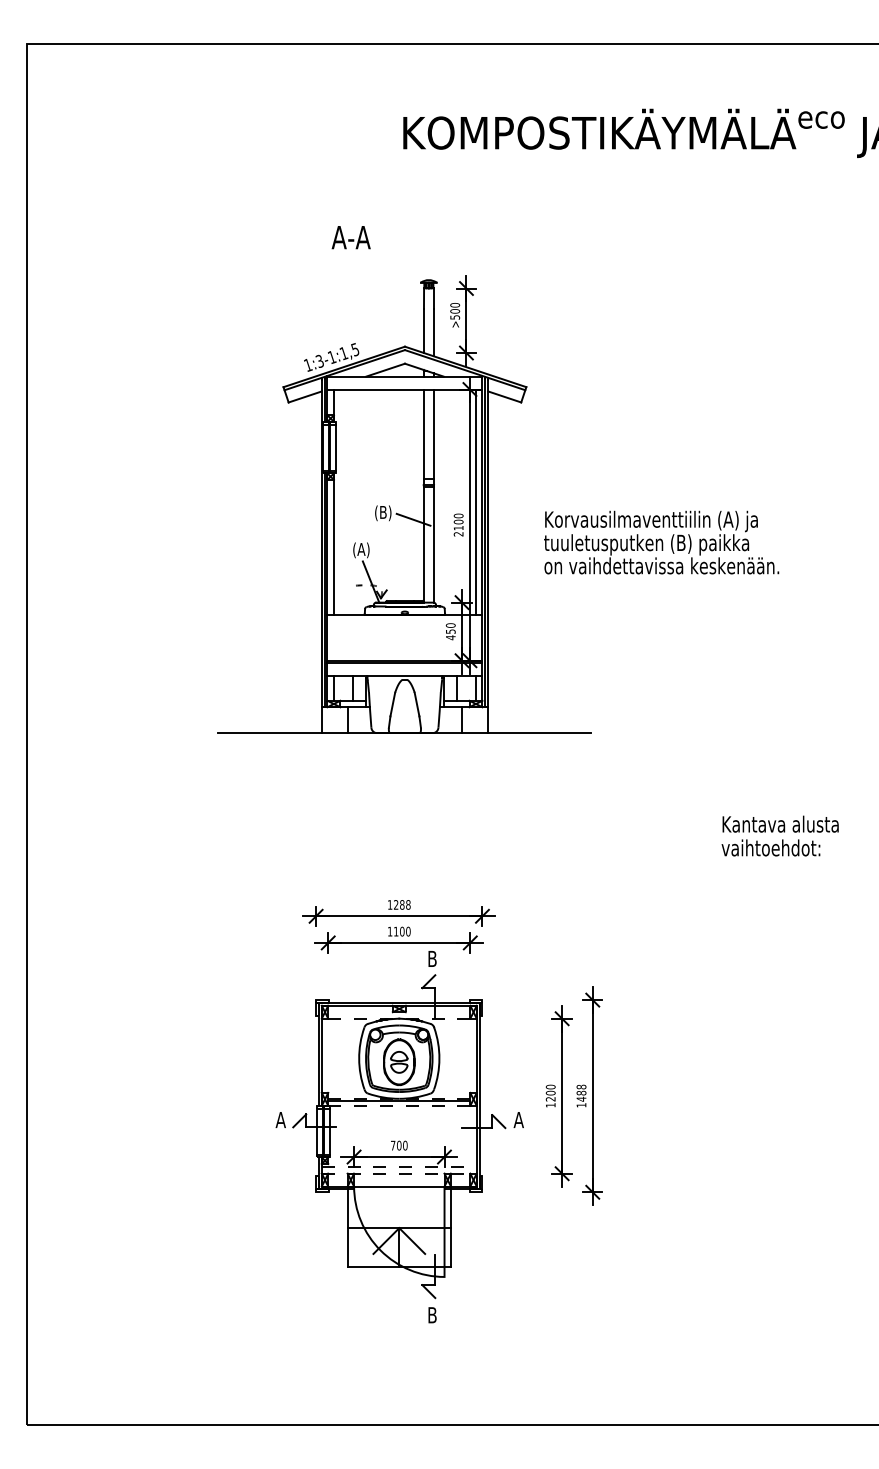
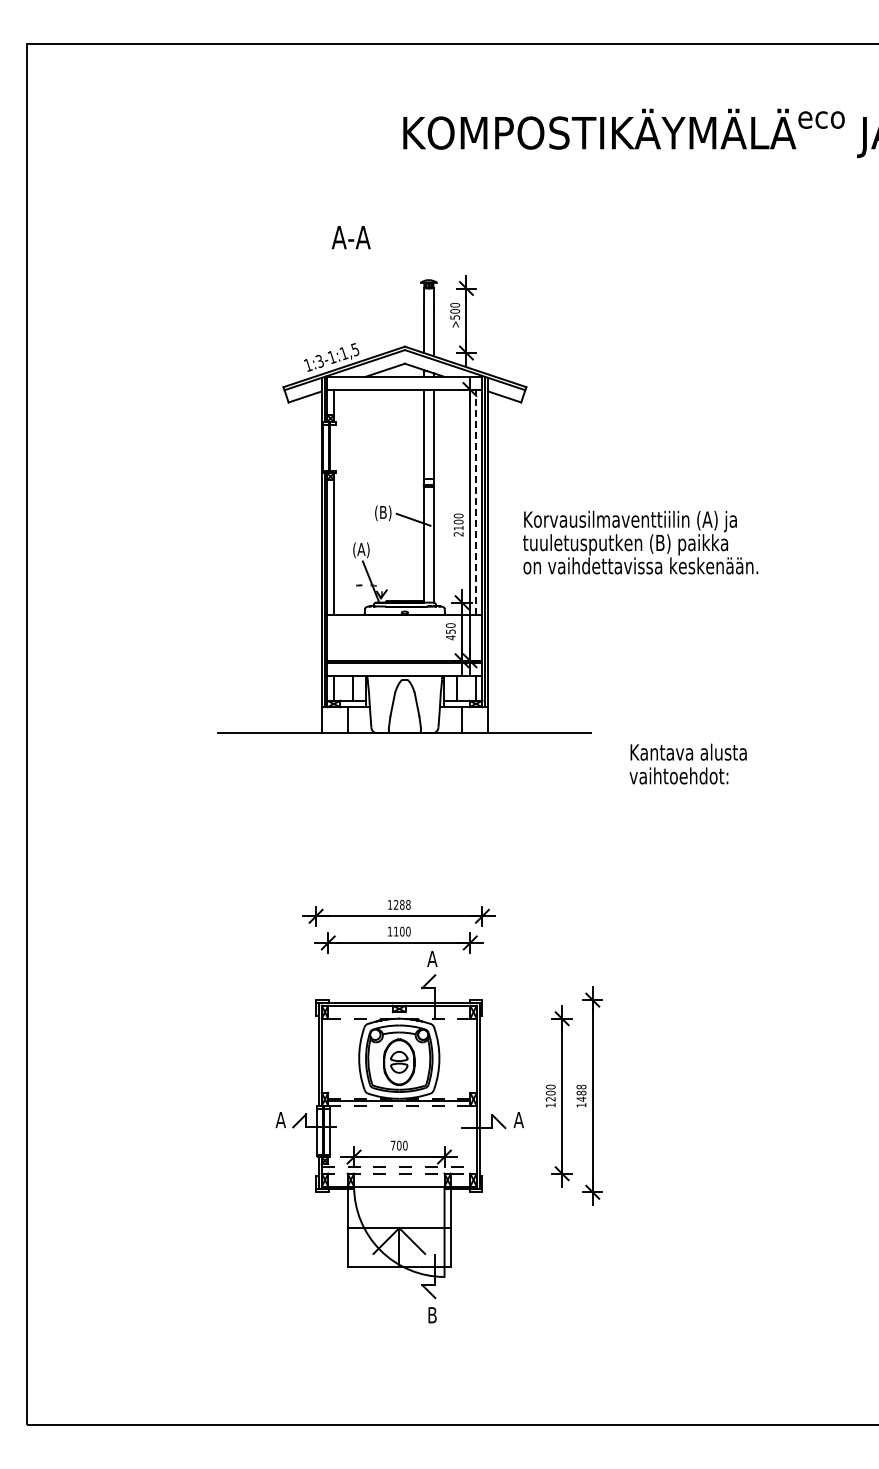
line at (335, 447): present -> none
line at (475, 503): solid -> dashed
text at (661, 542) position: (661, 542) -> (640, 542)
text at (779, 835) position: (779, 835) -> (687, 763)
text at (432, 958): B -> A
